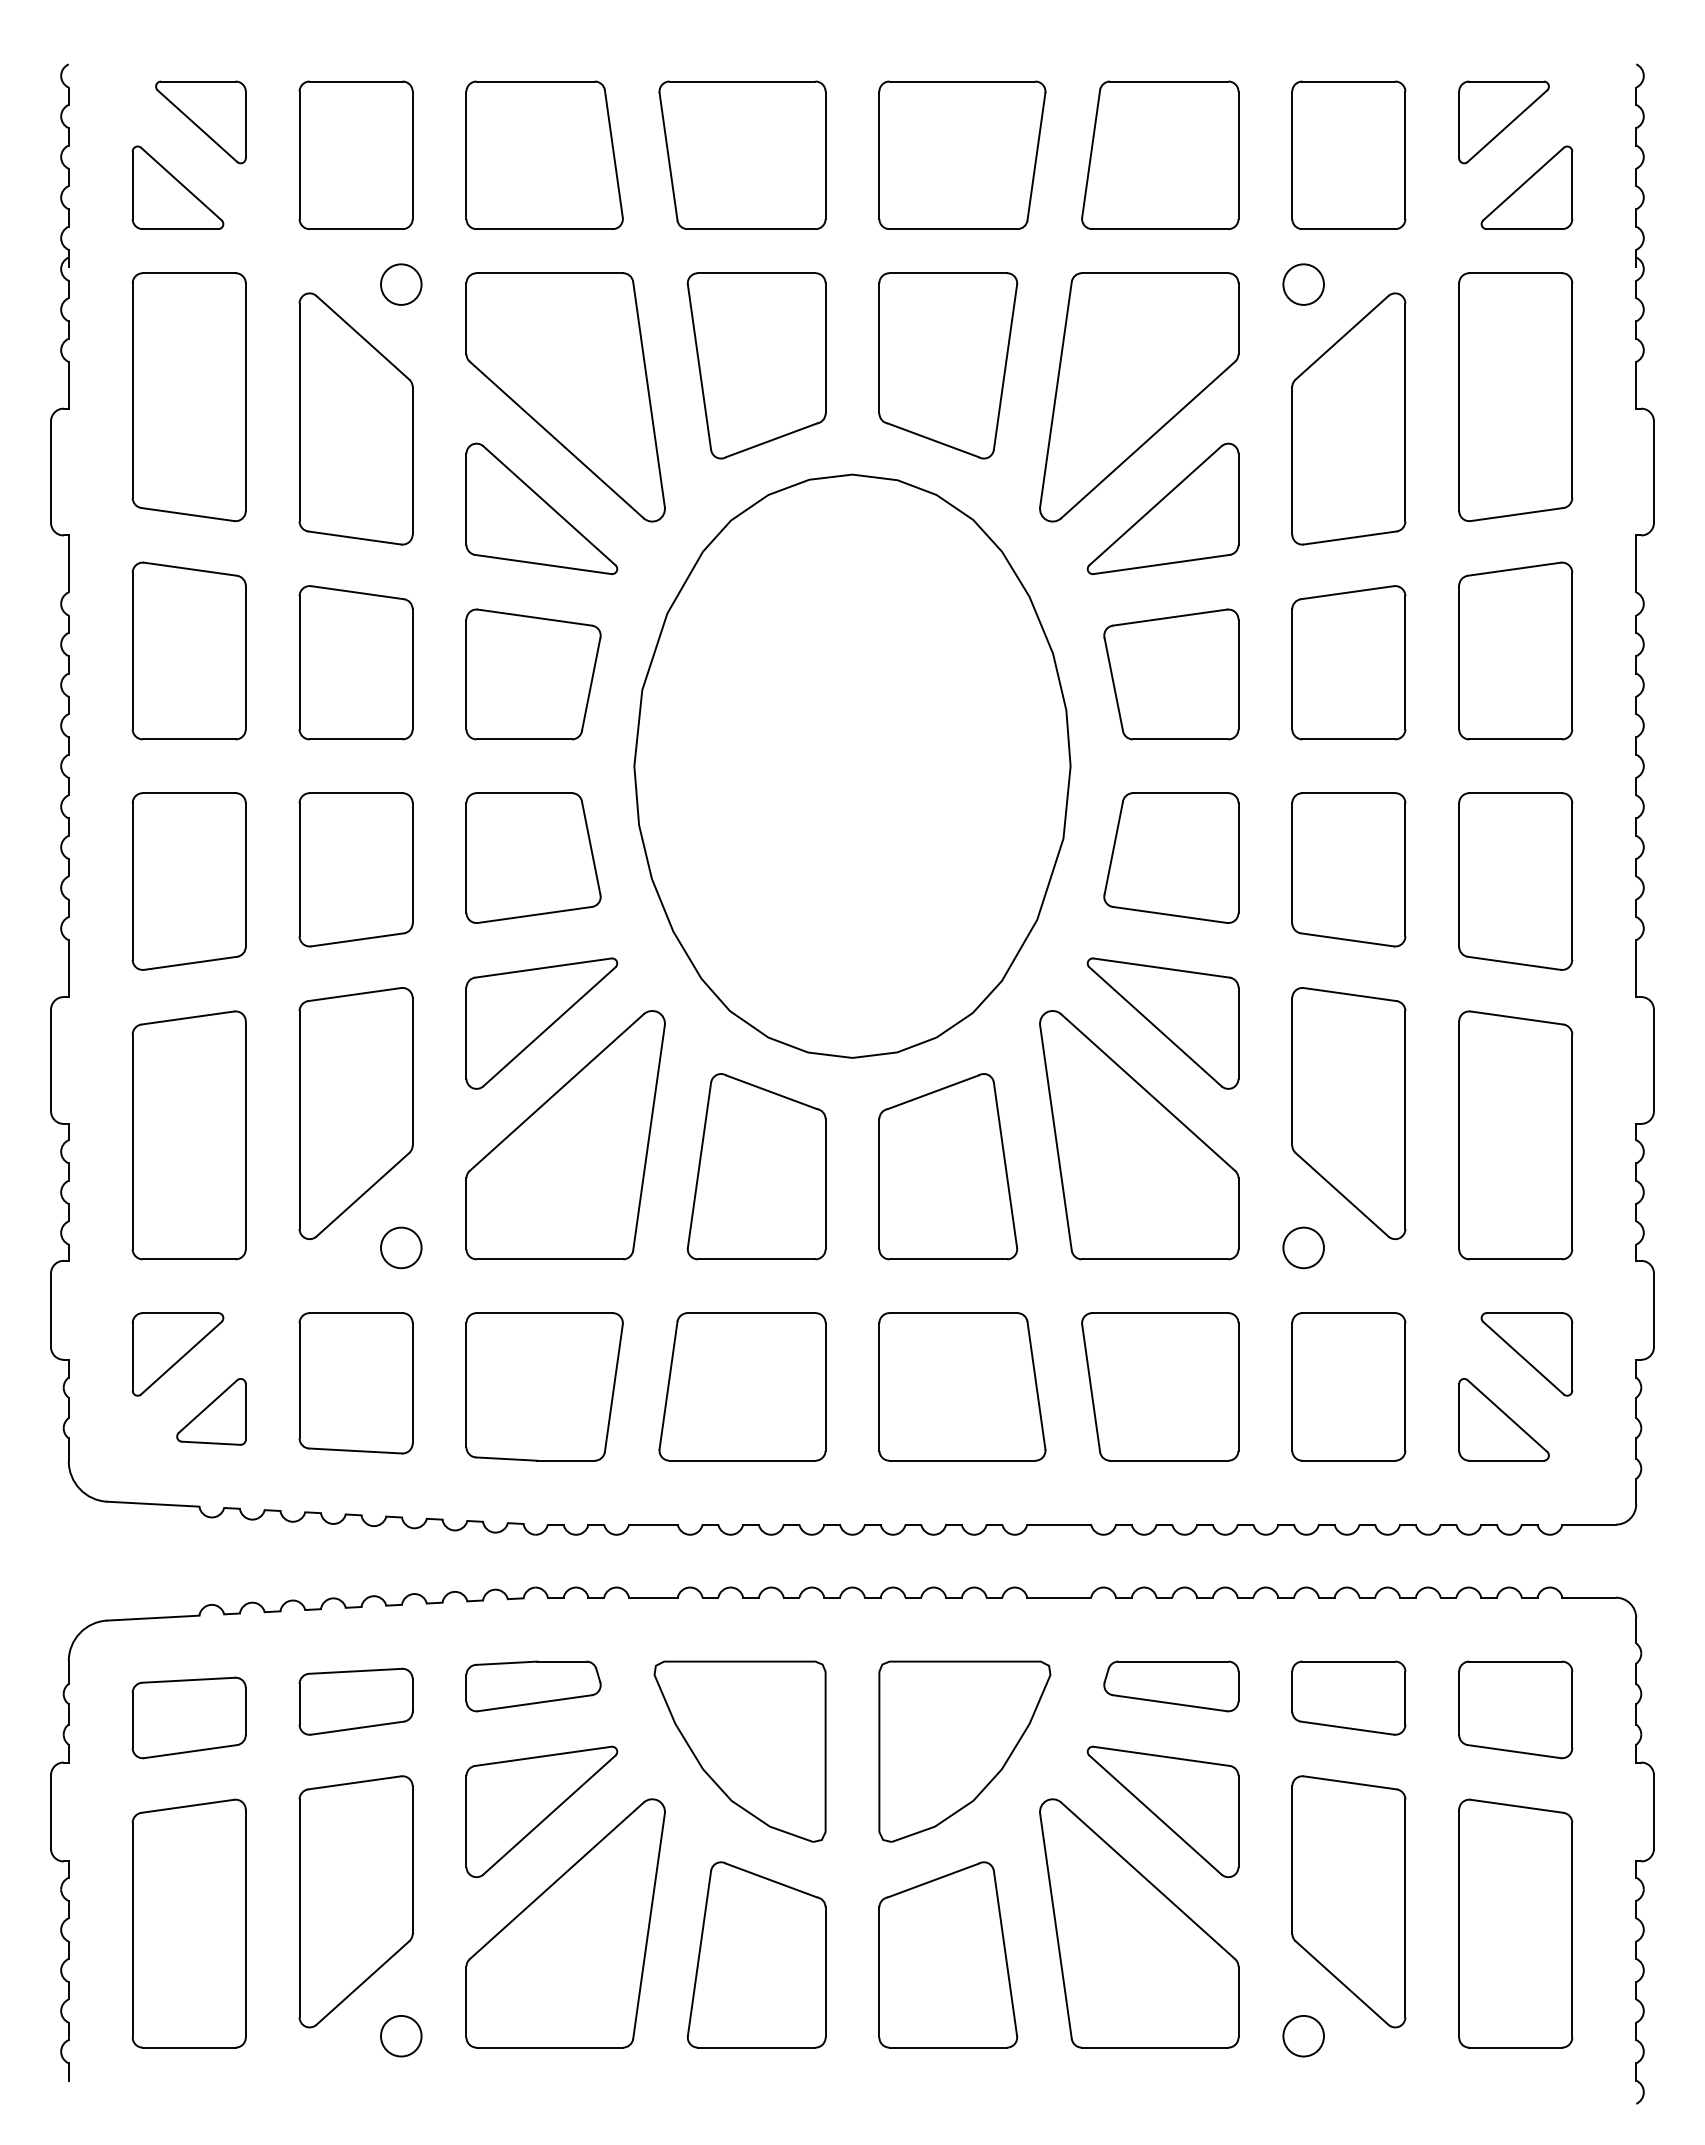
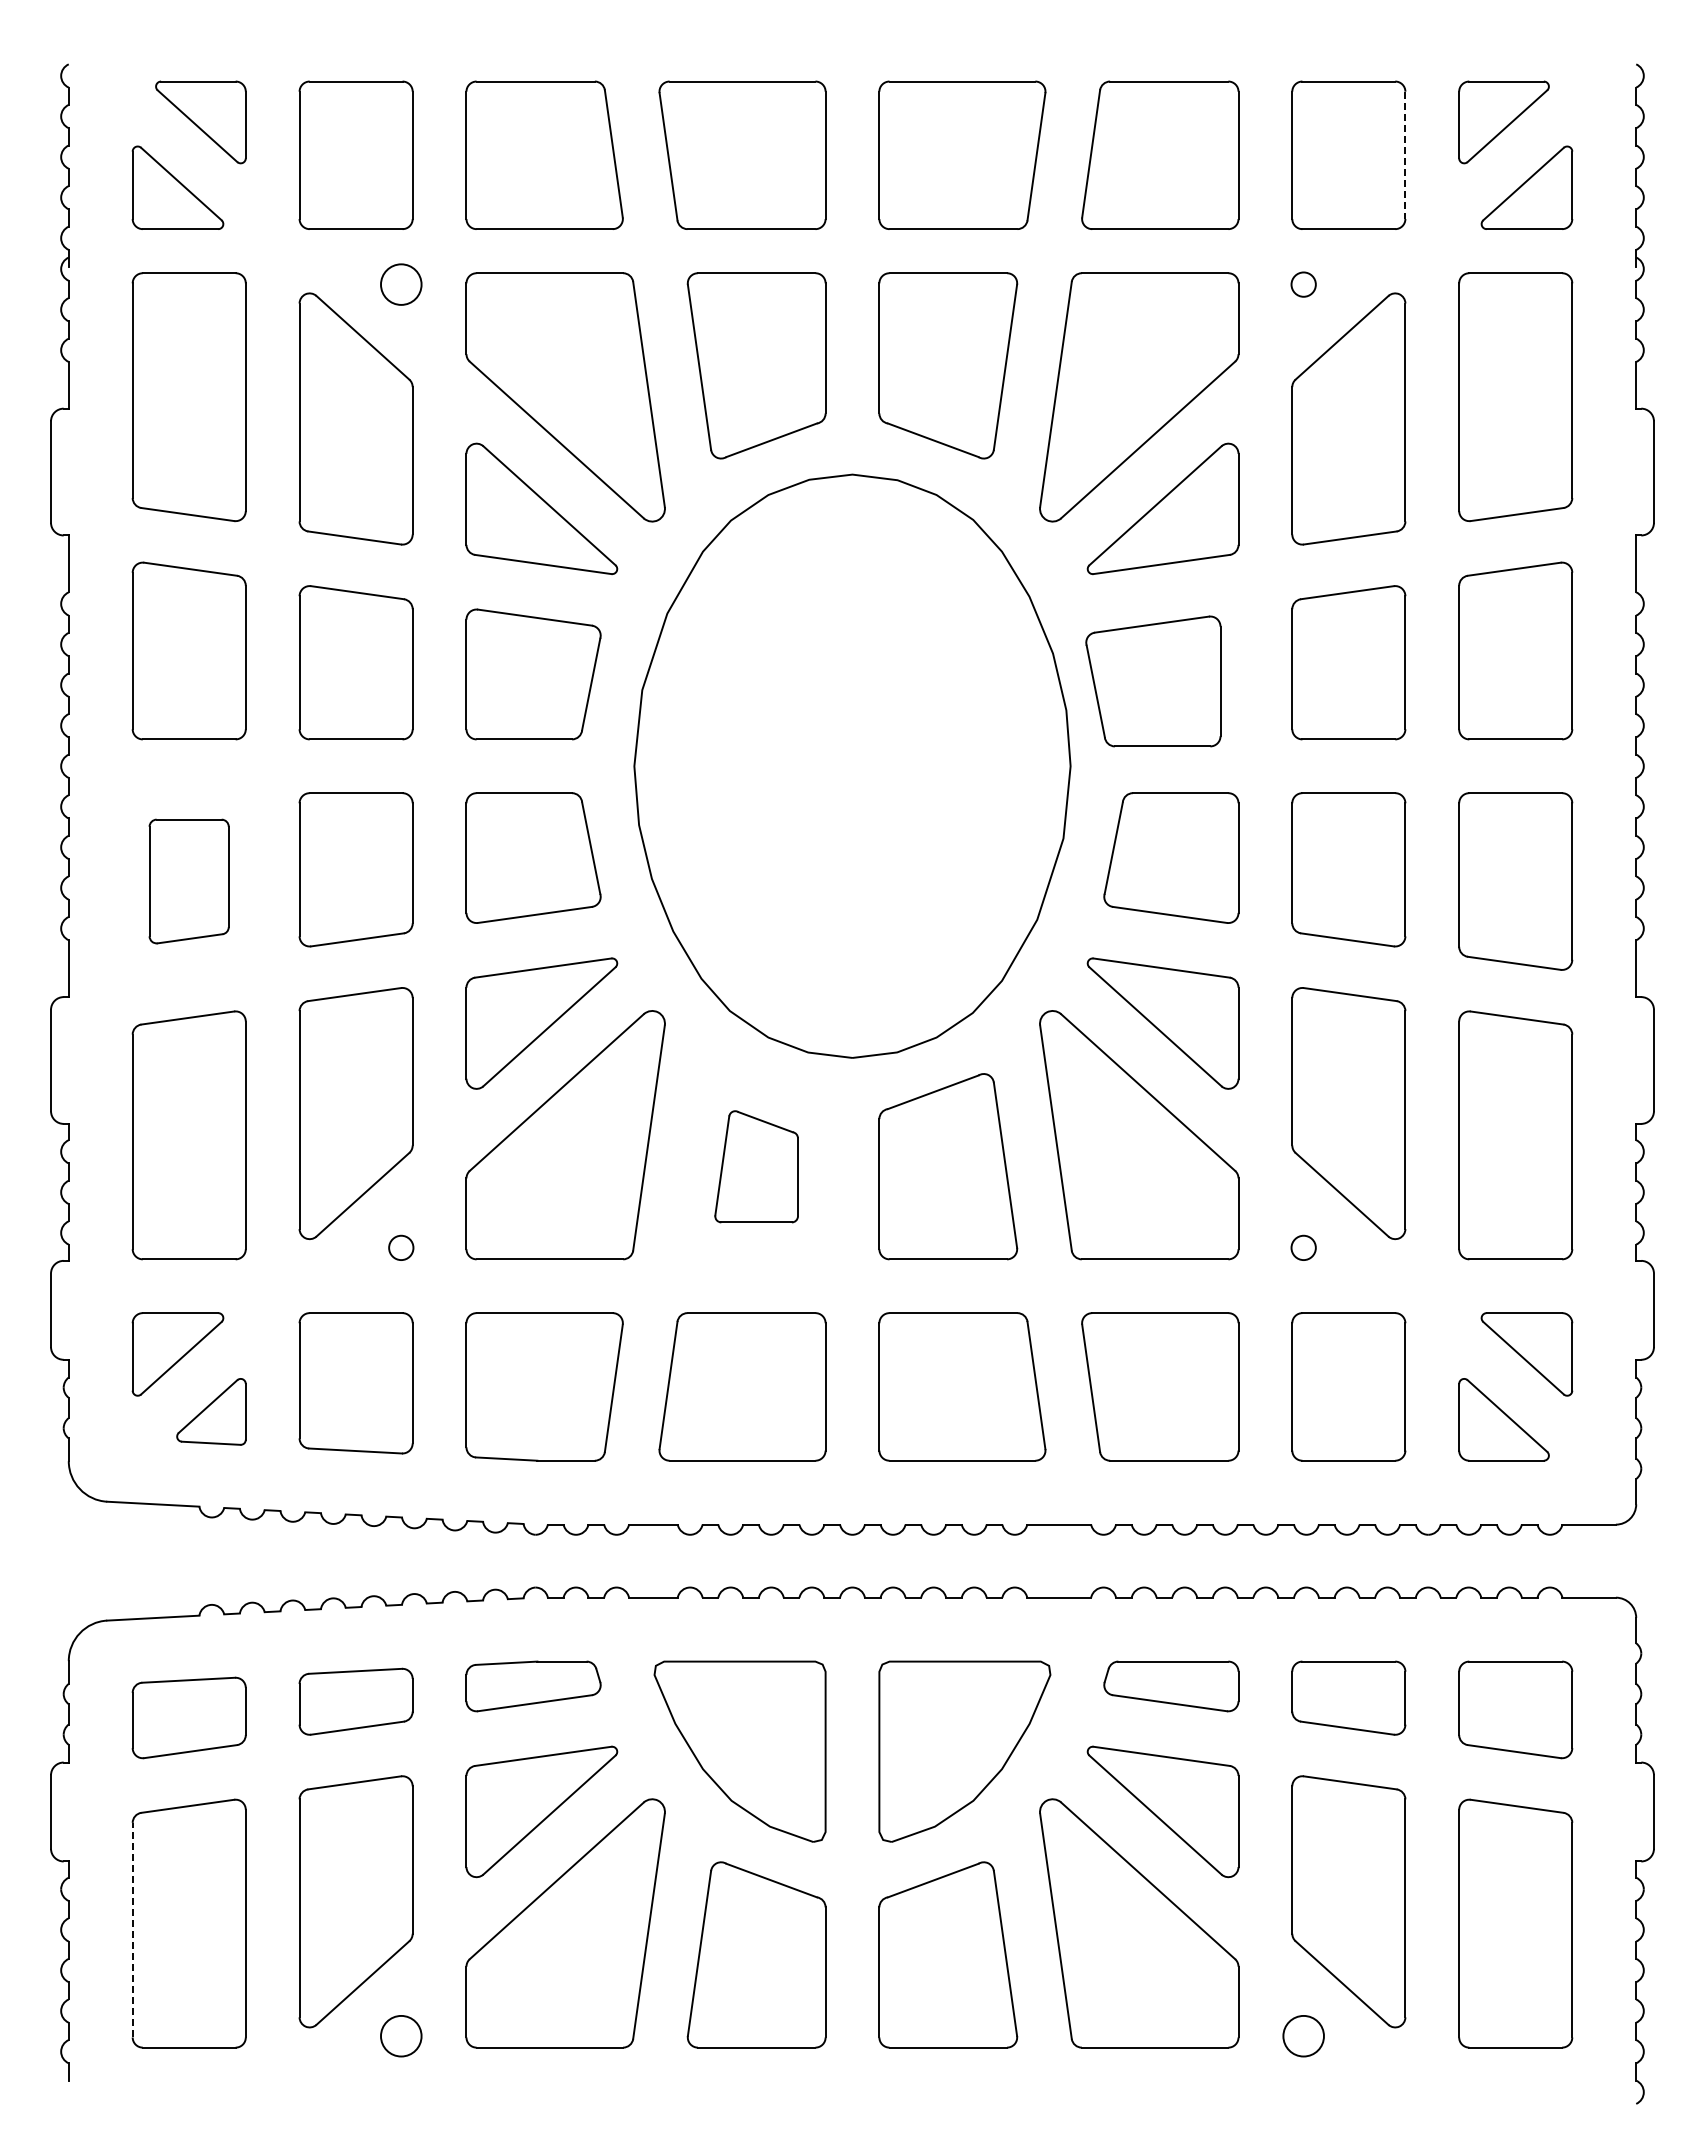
line at (1405, 155): solid -> dashed
circle at (1303, 284) diameter: 41 px -> 24 px
part at (1171, 674) position: (1171, 674) -> (1153, 681)
part at (188, 881) size: 116x179 px -> 82x127 px
part at (756, 1166) size: 141x188 px -> 85x114 px
circle at (401, 1247) diameter: 41 px -> 24 px
circle at (1303, 1247) diameter: 41 px -> 24 px
line at (132, 1929): solid -> dashed
